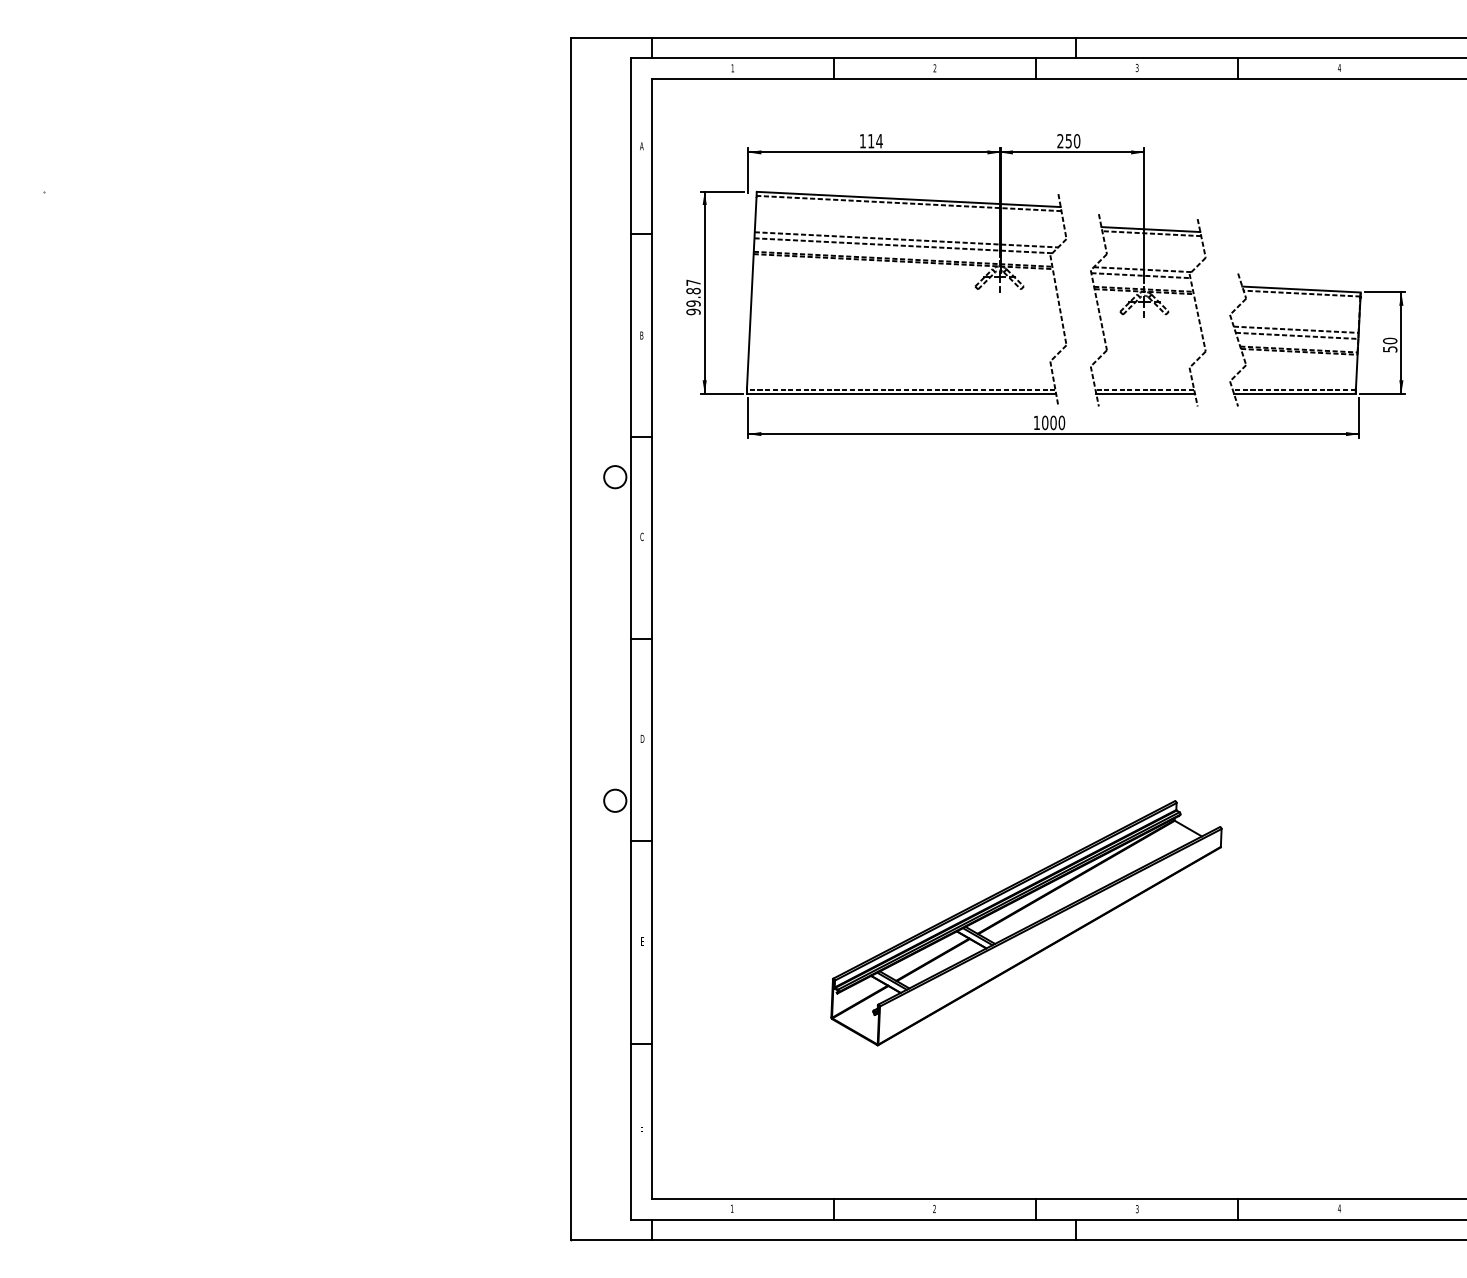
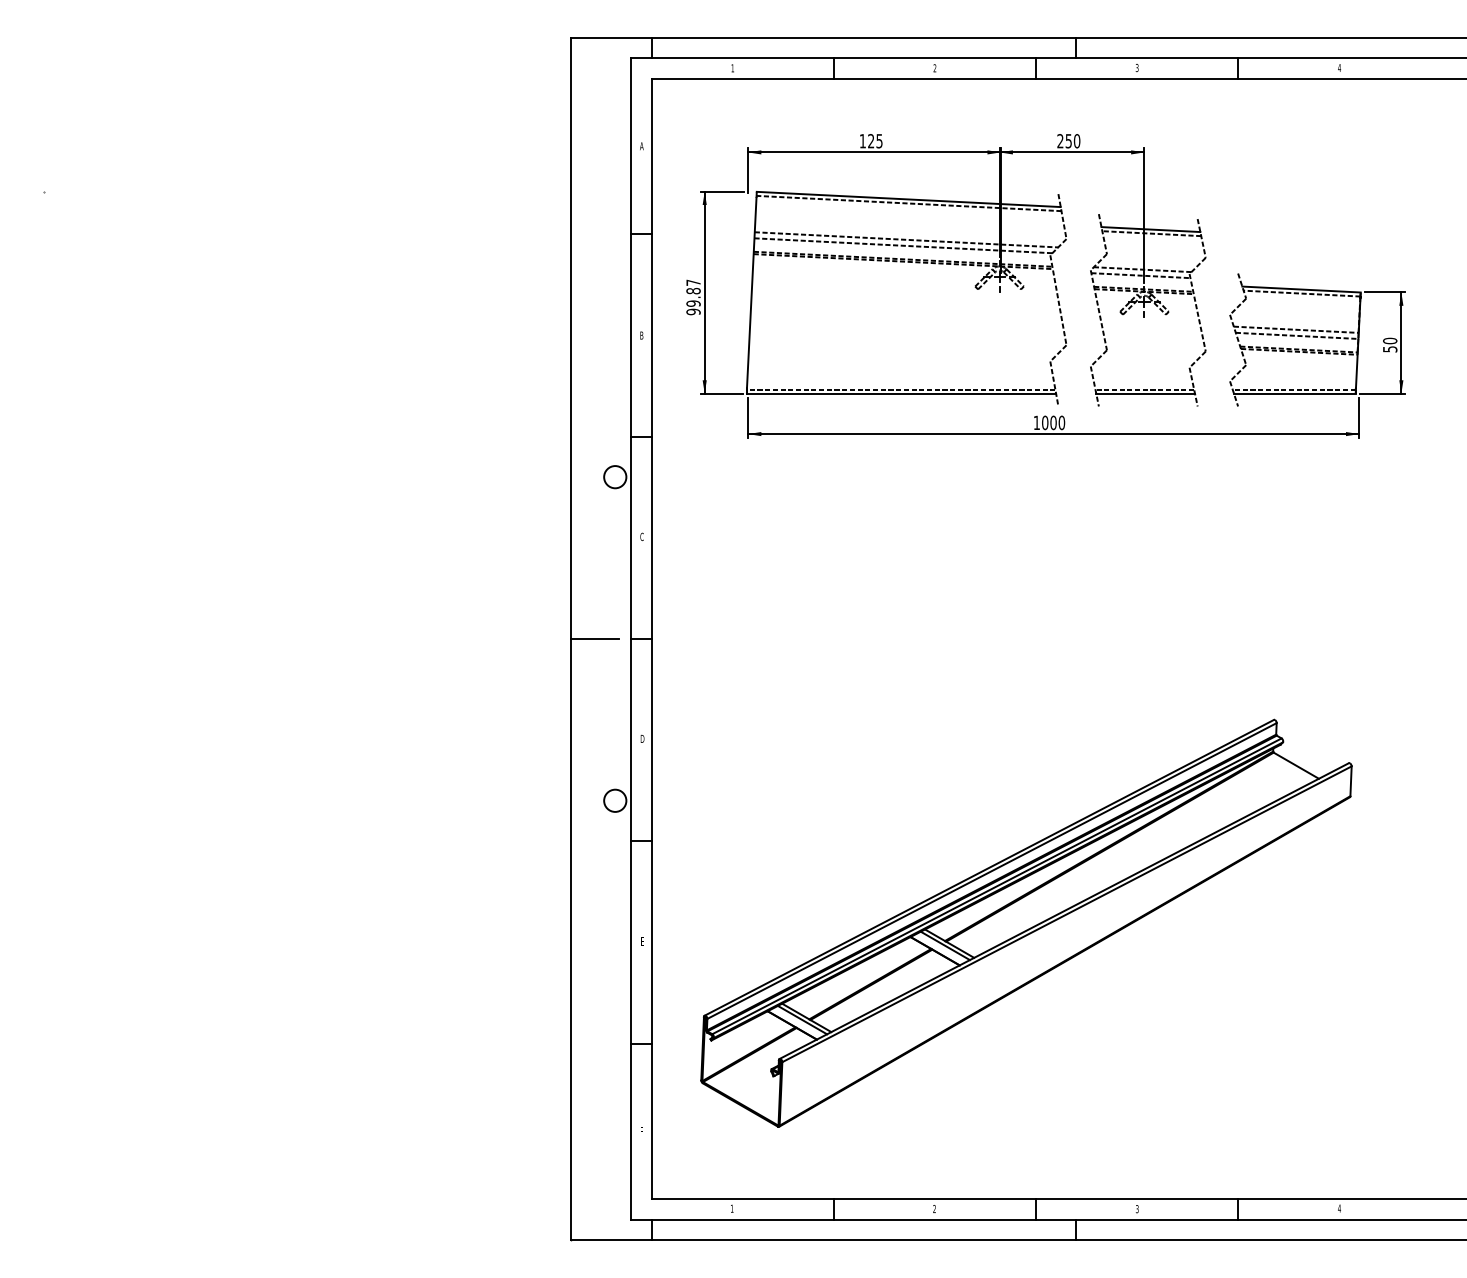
text at (875, 141): 114 -> 125
line at (594, 639): none -> present
part at (1026, 923) size: 393x247 px -> 653x410 px
